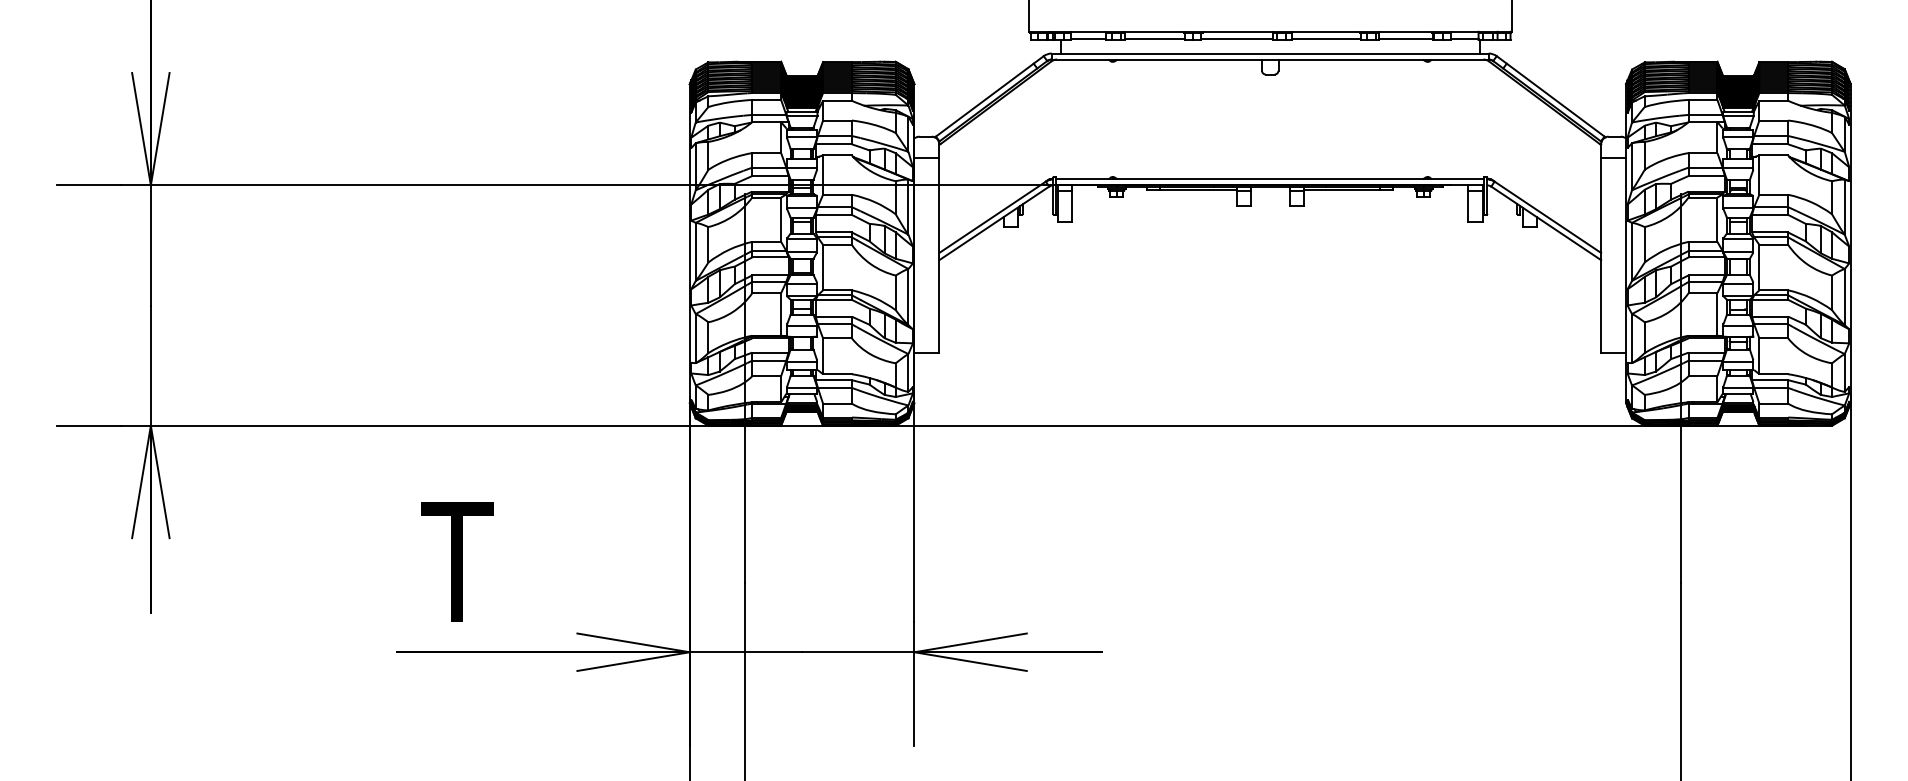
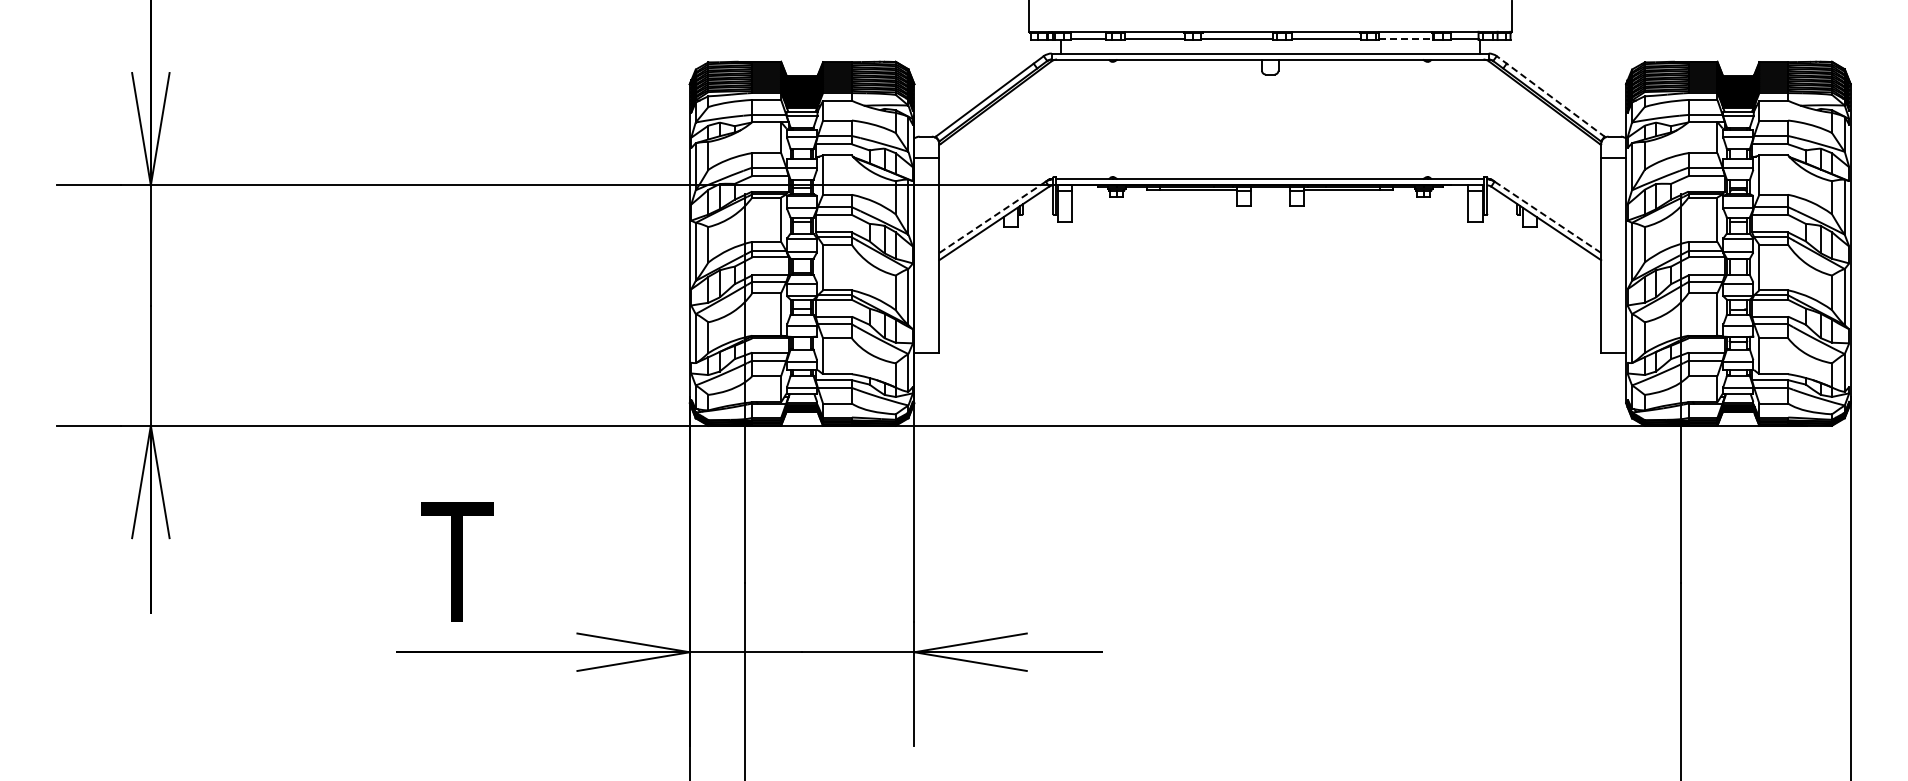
line at (1406, 39): solid -> dashed
line at (1551, 96): solid -> dashed
line at (992, 217): solid -> dashed
line at (1548, 217): solid -> dashed
